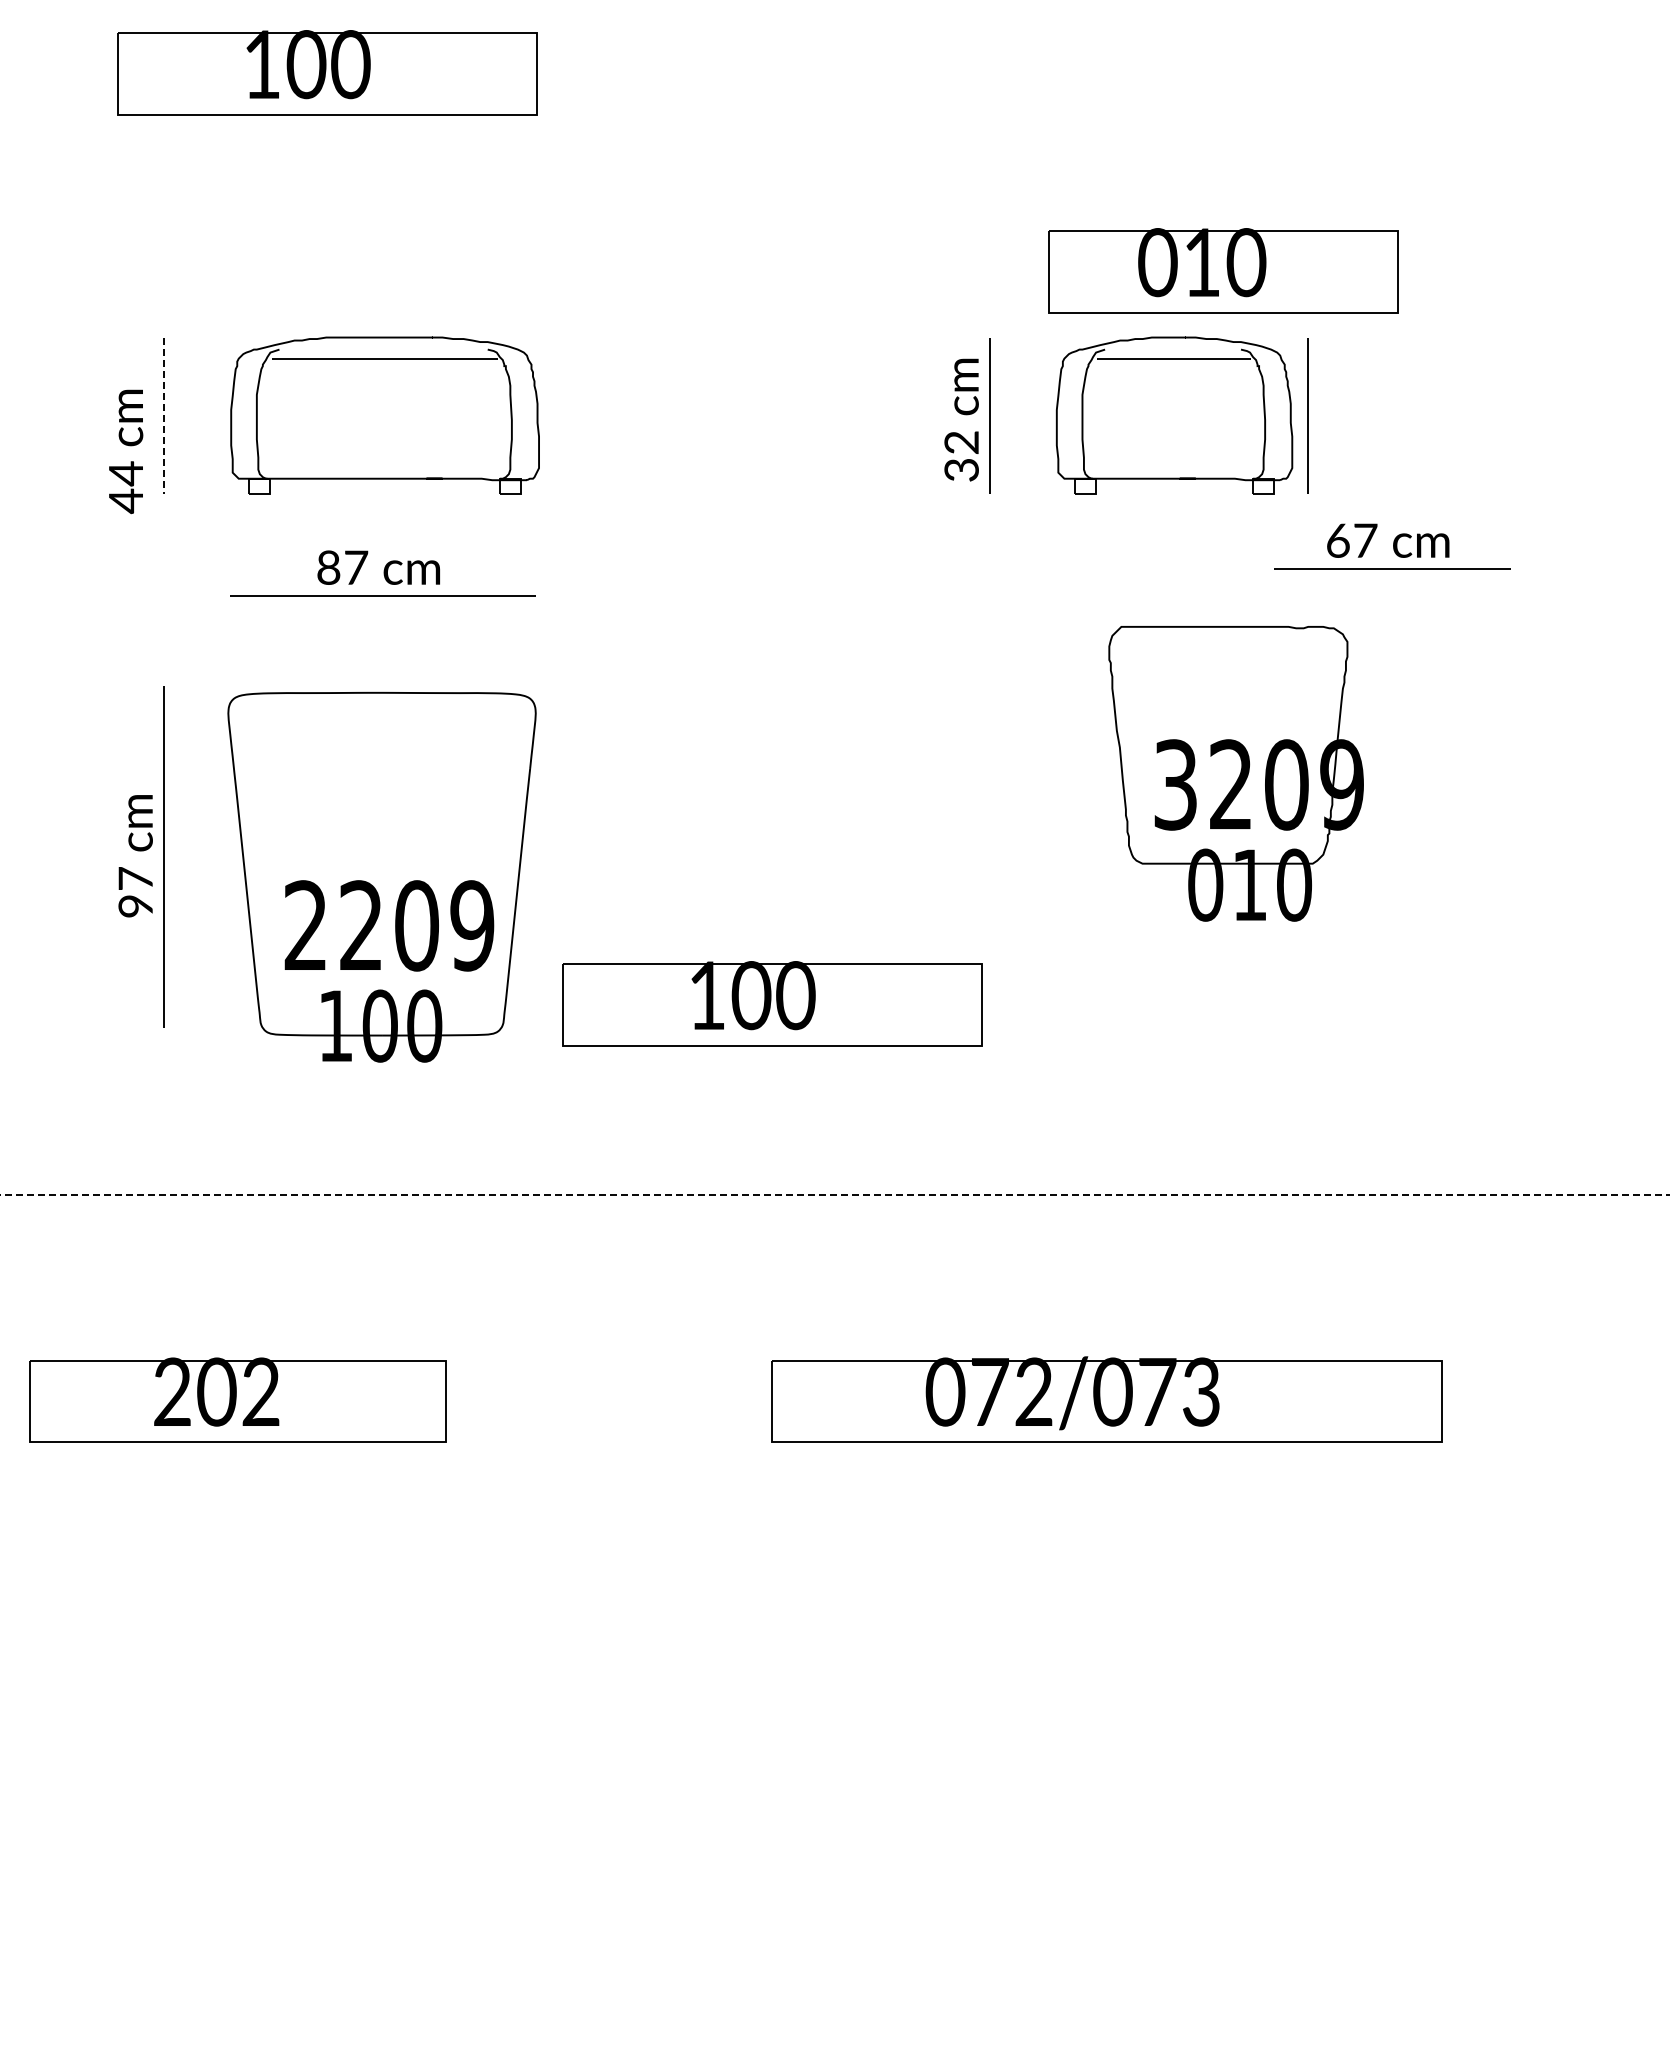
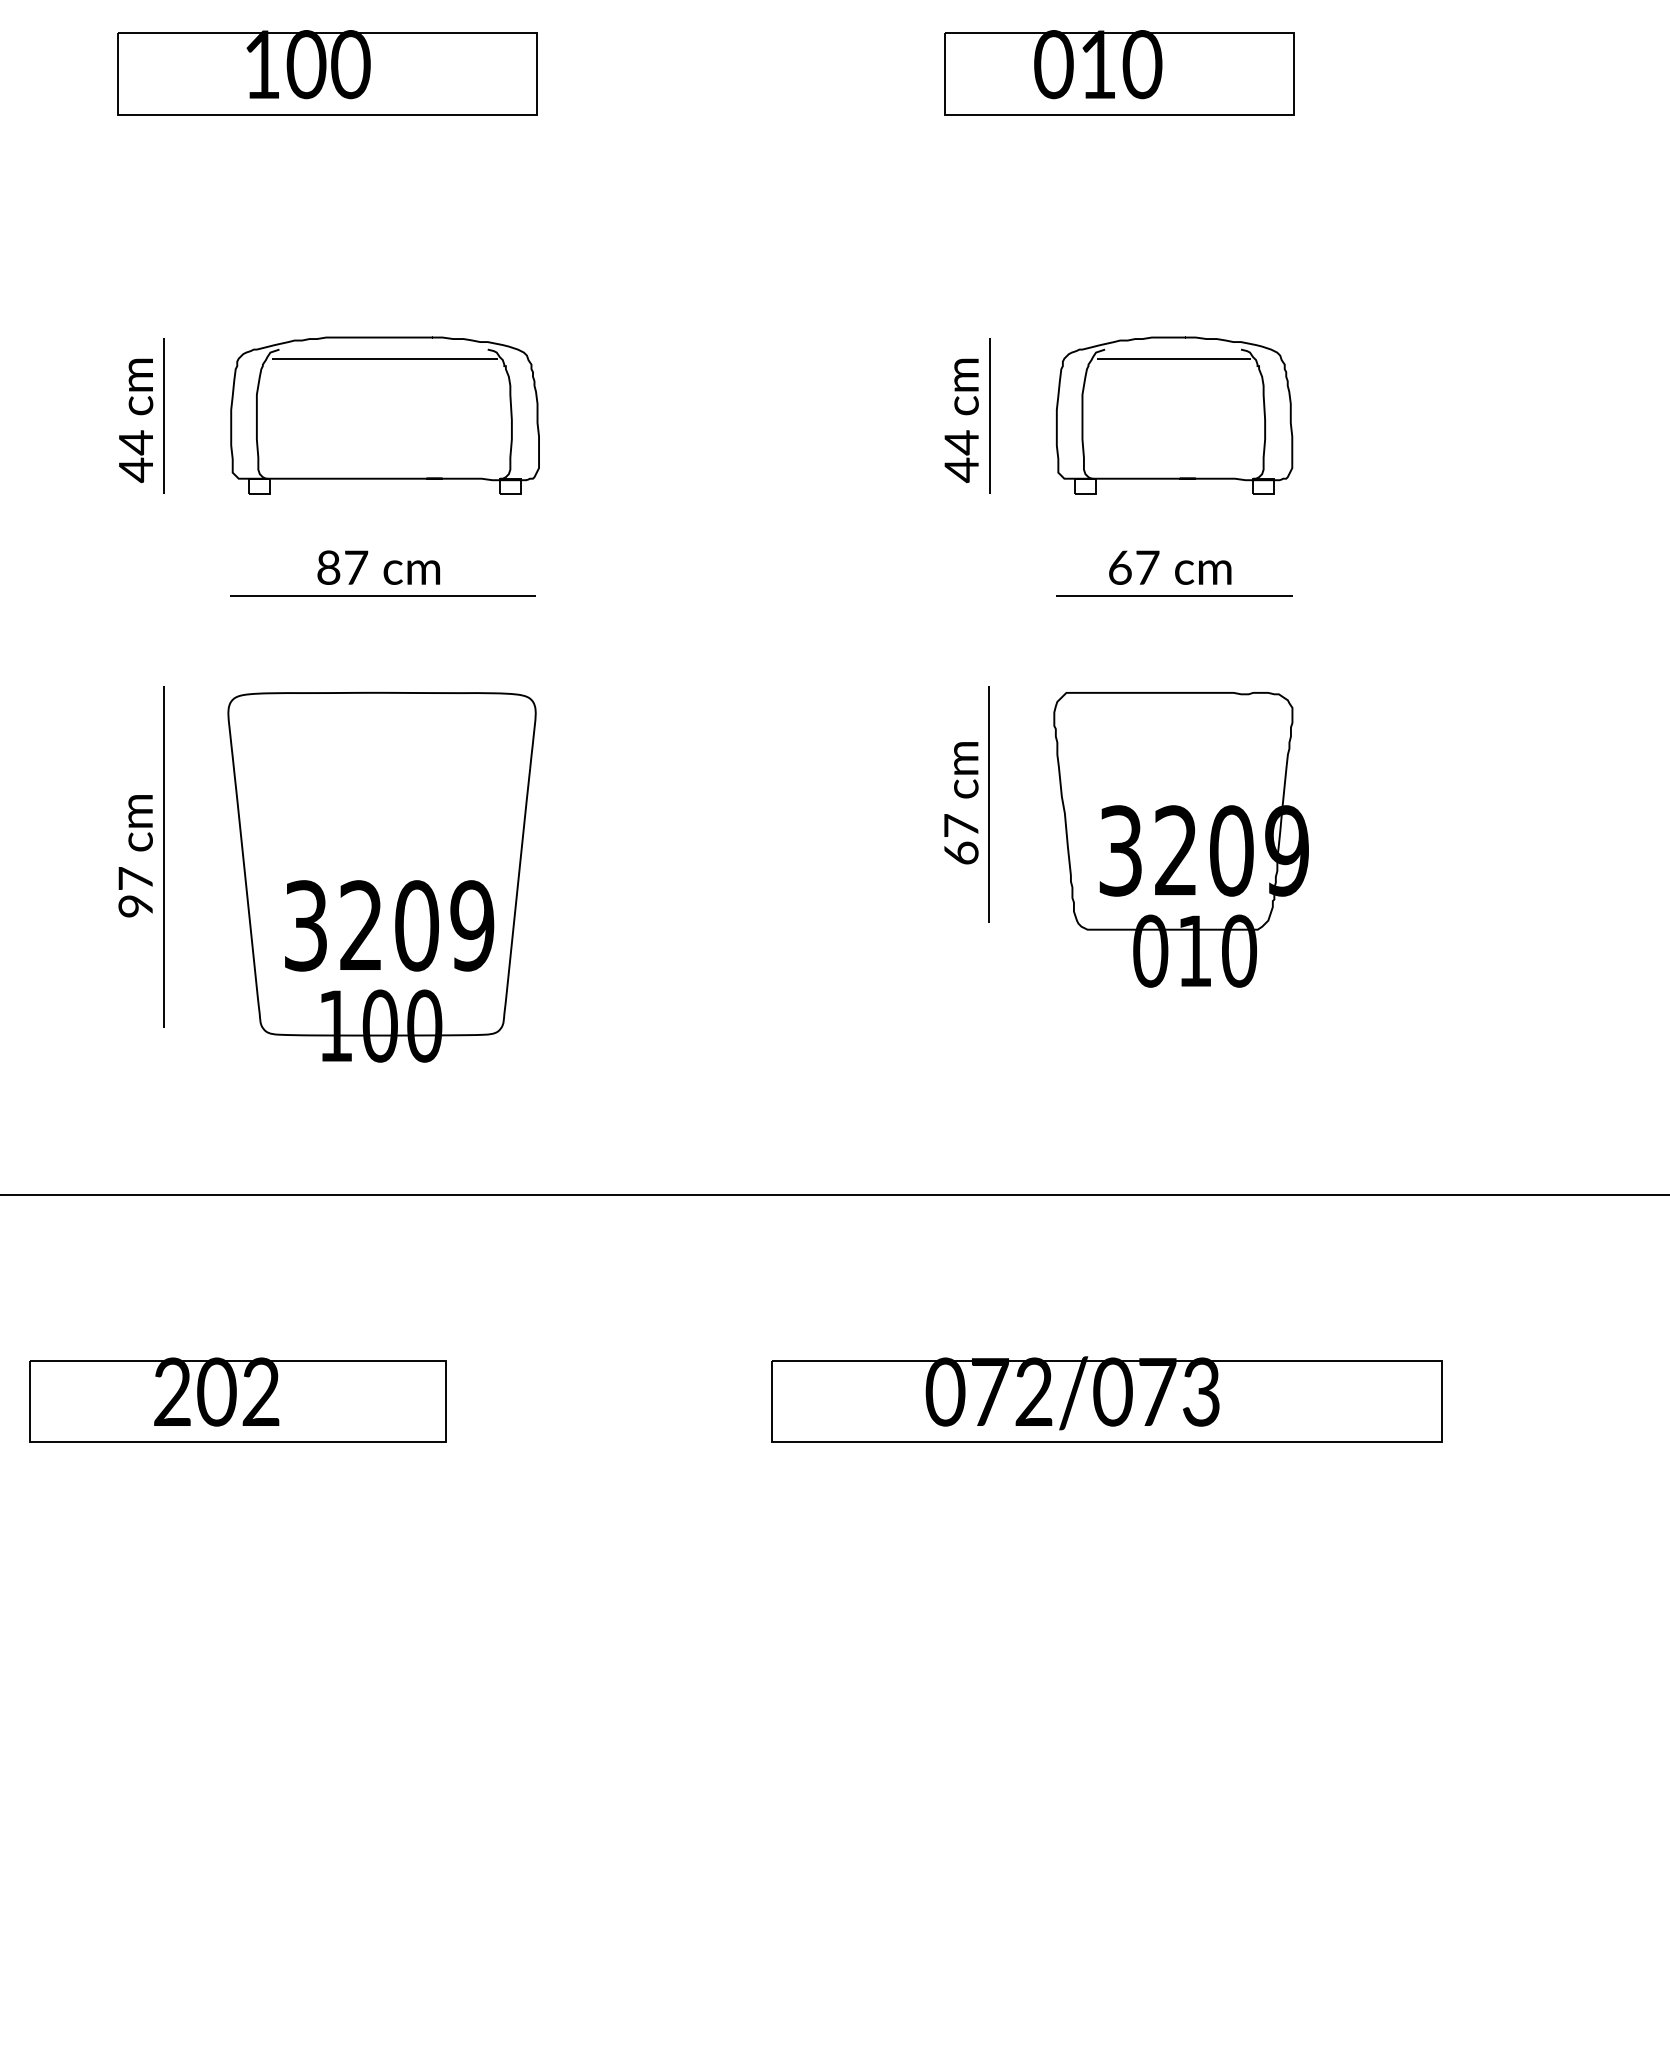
part at (1223, 270) position: (1223, 270) -> (1119, 72)
line at (1307, 415): present -> none
line at (164, 416): dashed -> solid
text at (126, 451) position: (126, 451) -> (136, 420)
text at (961, 456): 32 -> 44
part at (1392, 546) position: (1392, 546) -> (1174, 573)
part at (1235, 773) position: (1235, 773) -> (1180, 839)
part at (966, 804): none -> present
text at (305, 925): 2209 -> 3209
part at (772, 1003): present -> none
line at (835, 1195): dashed -> solid
